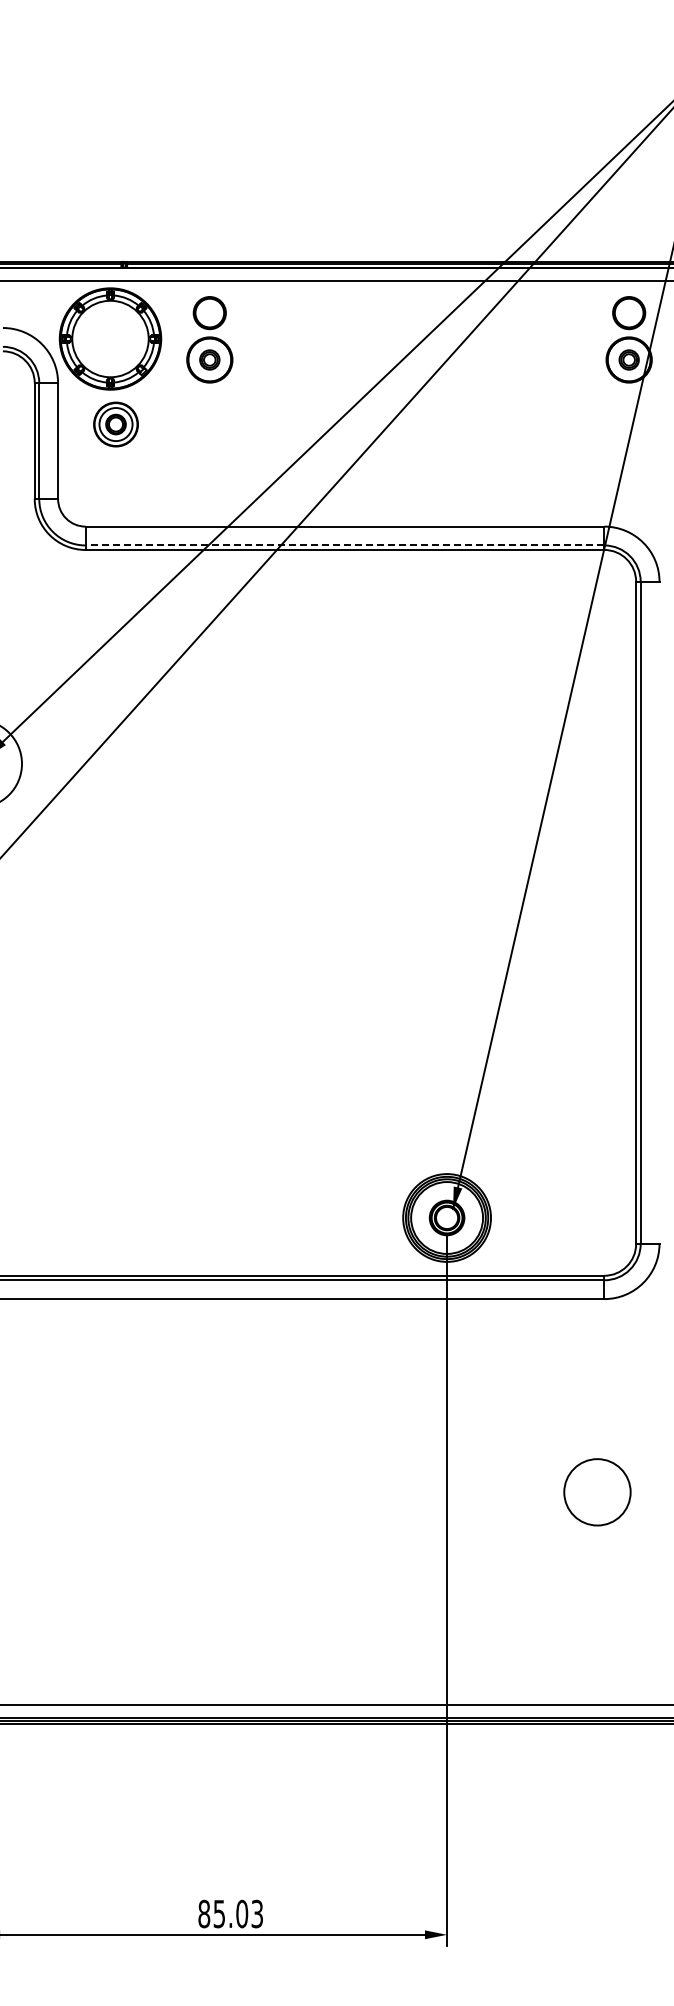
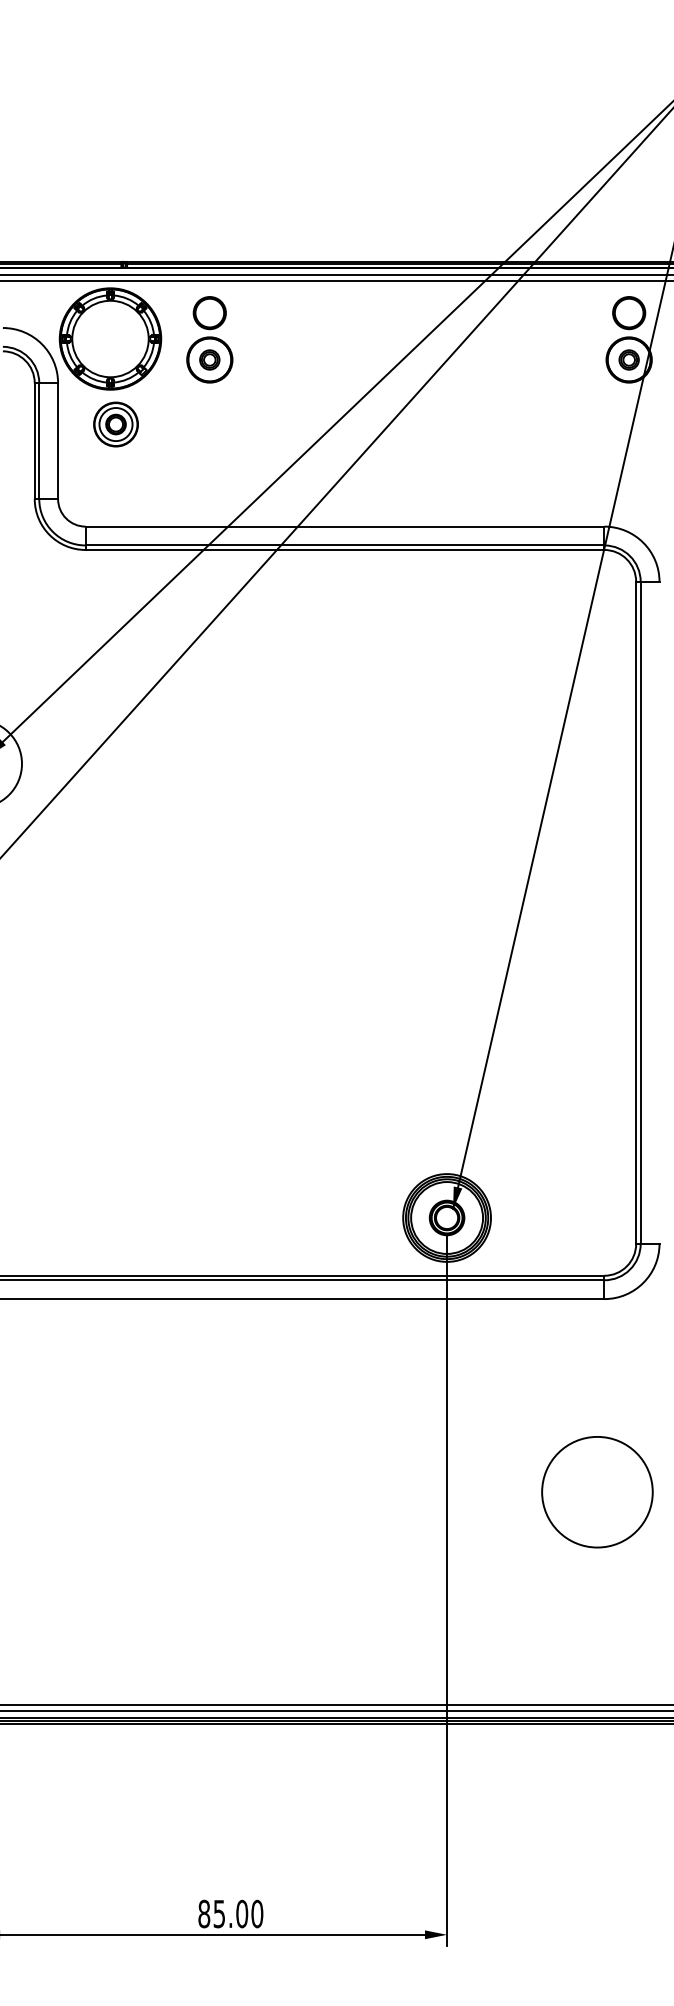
line at (336, 275): none -> present
line at (344, 545): dashed -> solid
circle at (597, 1492) size: 69x69 px -> 113x113 px
line at (336, 1710): none -> present
text at (257, 1913): 85.03 -> 85.00
